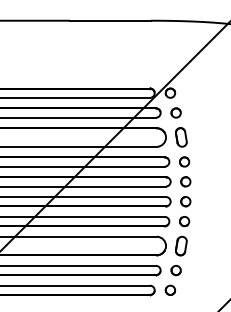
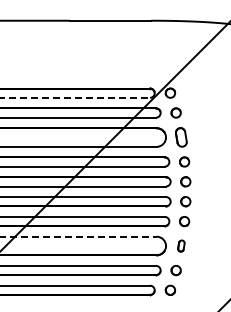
line at (75, 97): solid -> dashed
line at (79, 236): solid -> dashed
part at (181, 245) size: 13x22 px -> 9x14 px
